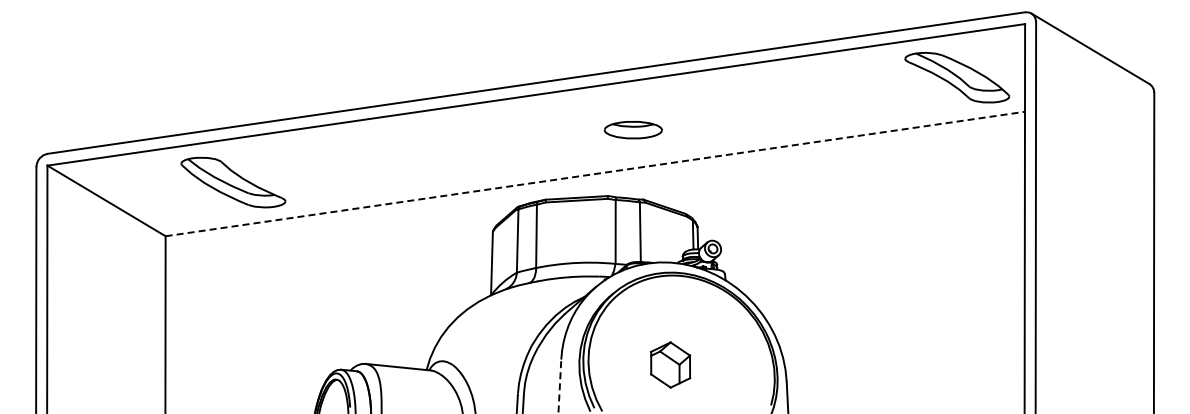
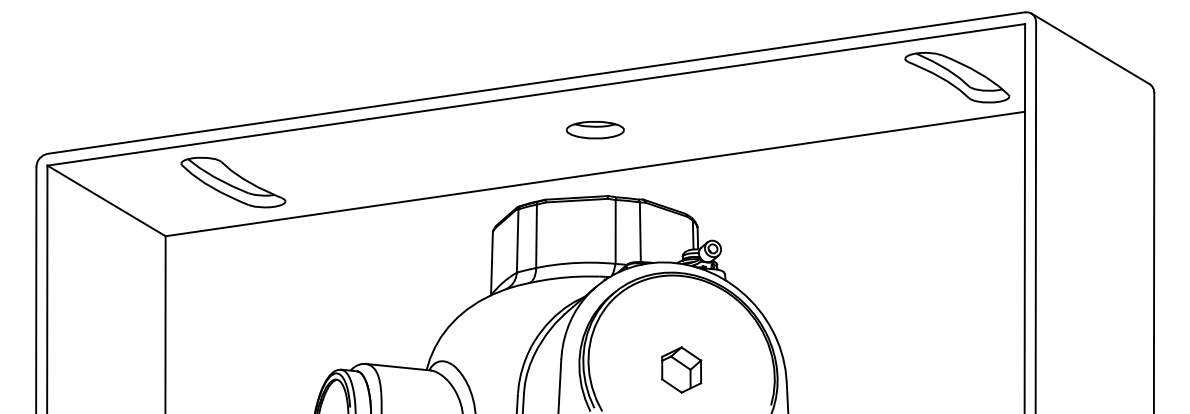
part at (632, 130) position: (632, 130) -> (594, 130)
line at (595, 173): dashed -> solid
part at (670, 364) position: (670, 364) -> (681, 369)
line at (559, 386): dashed -> solid
